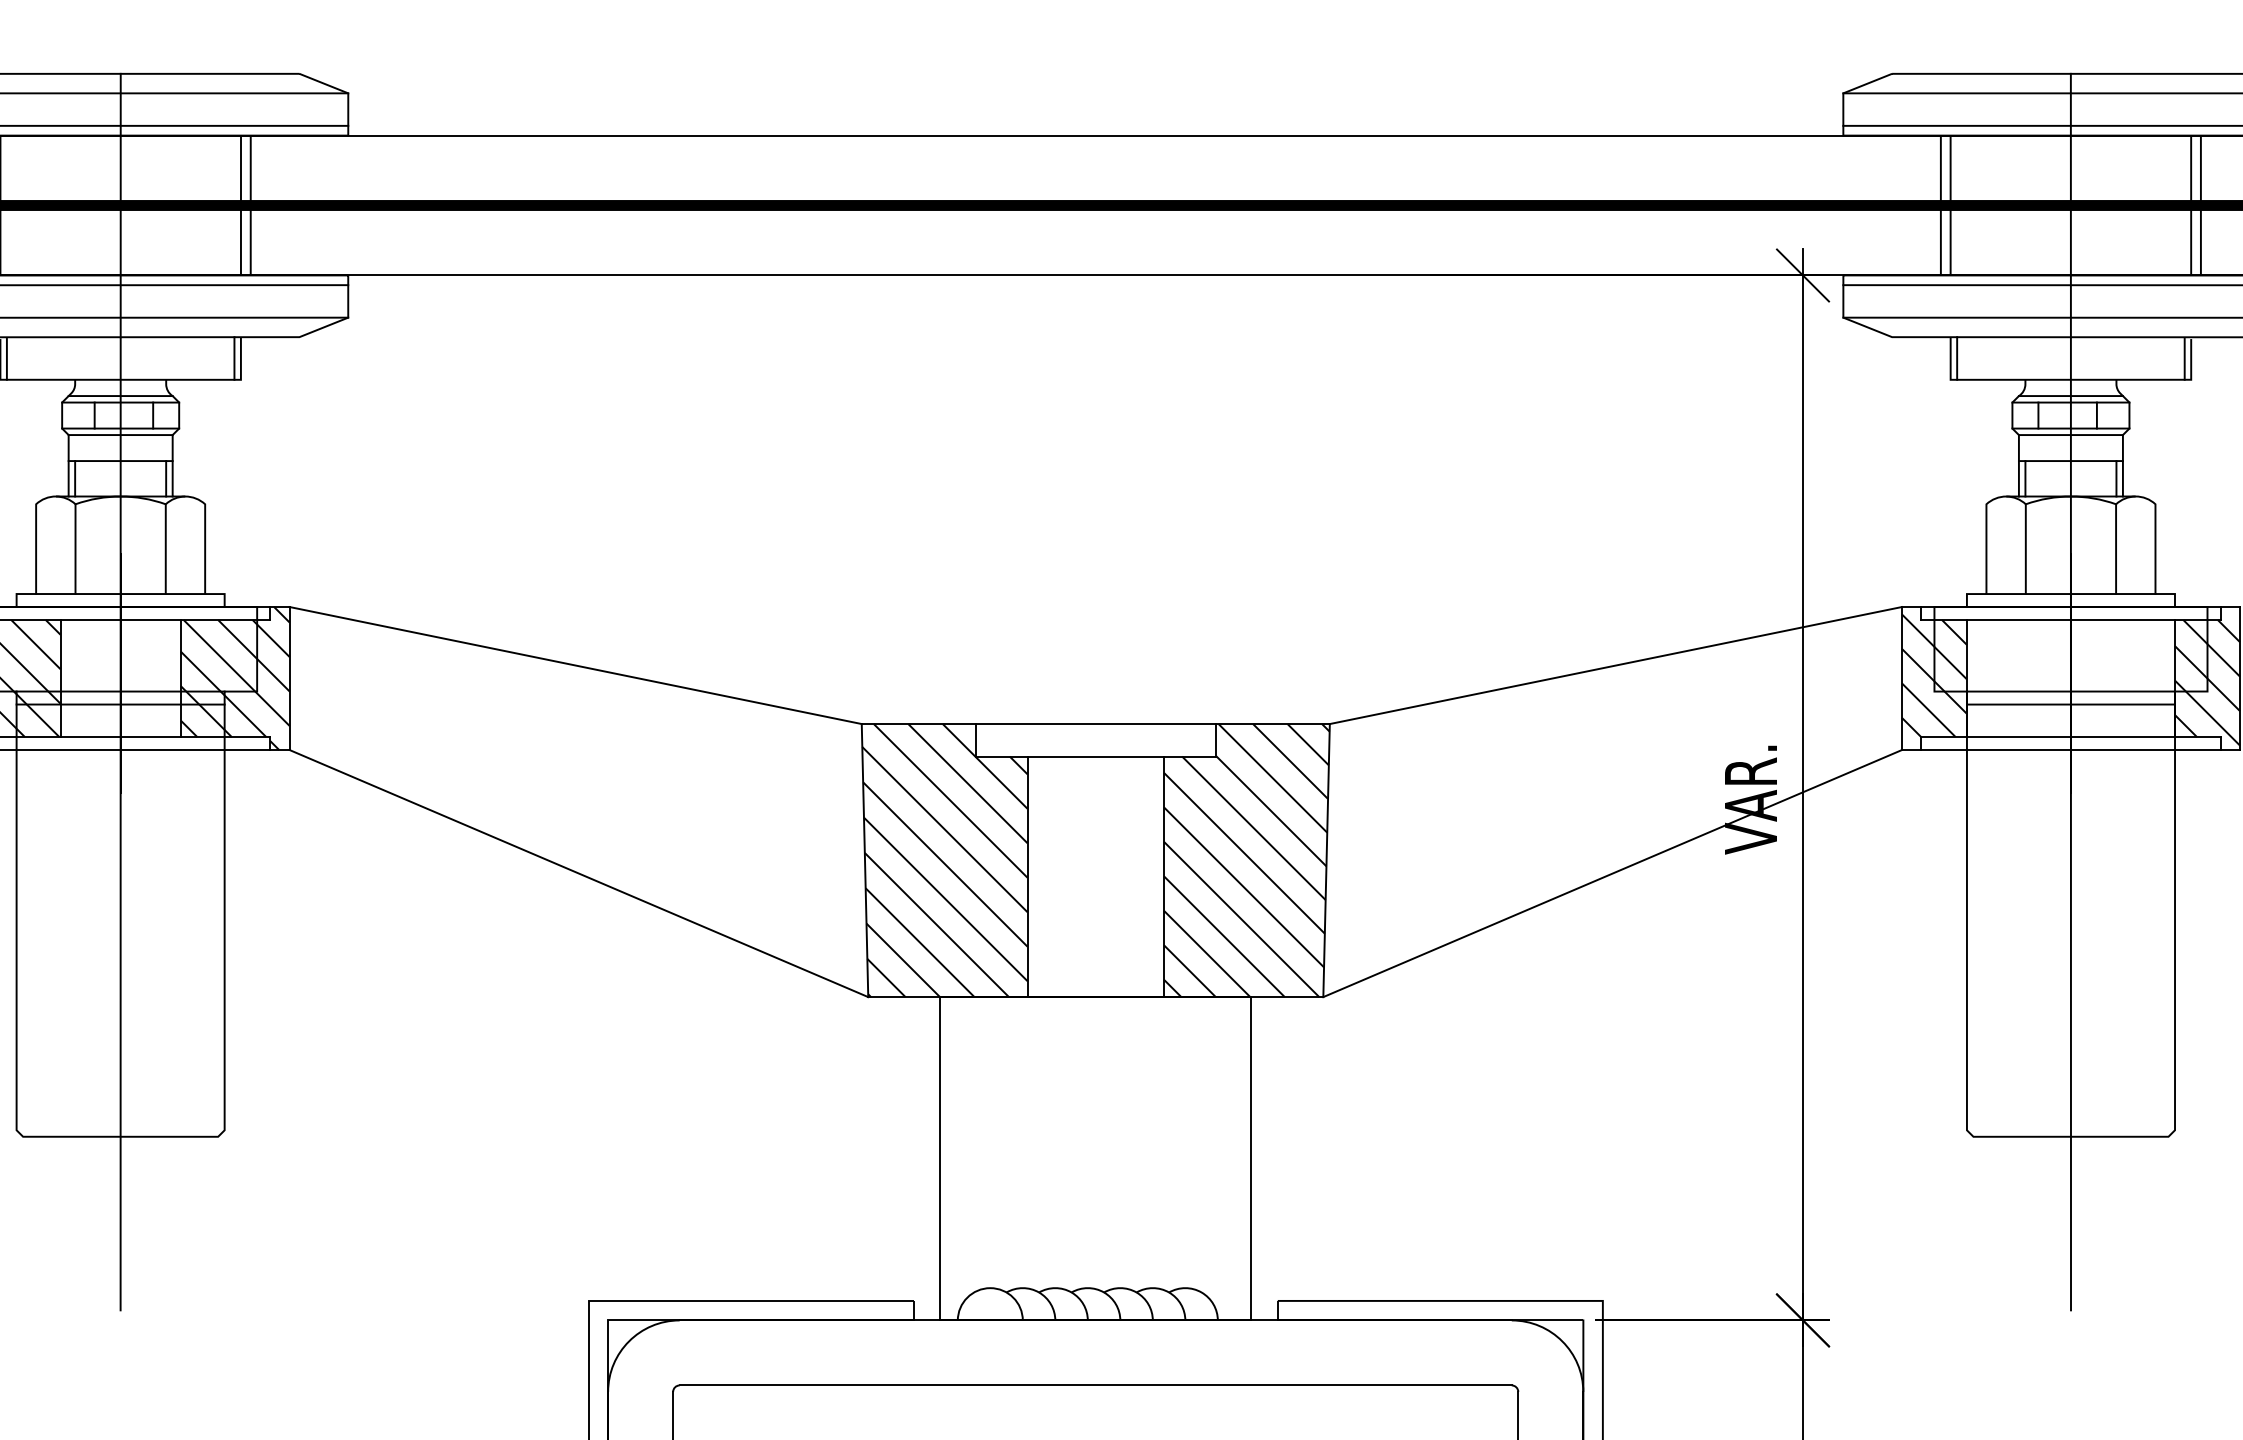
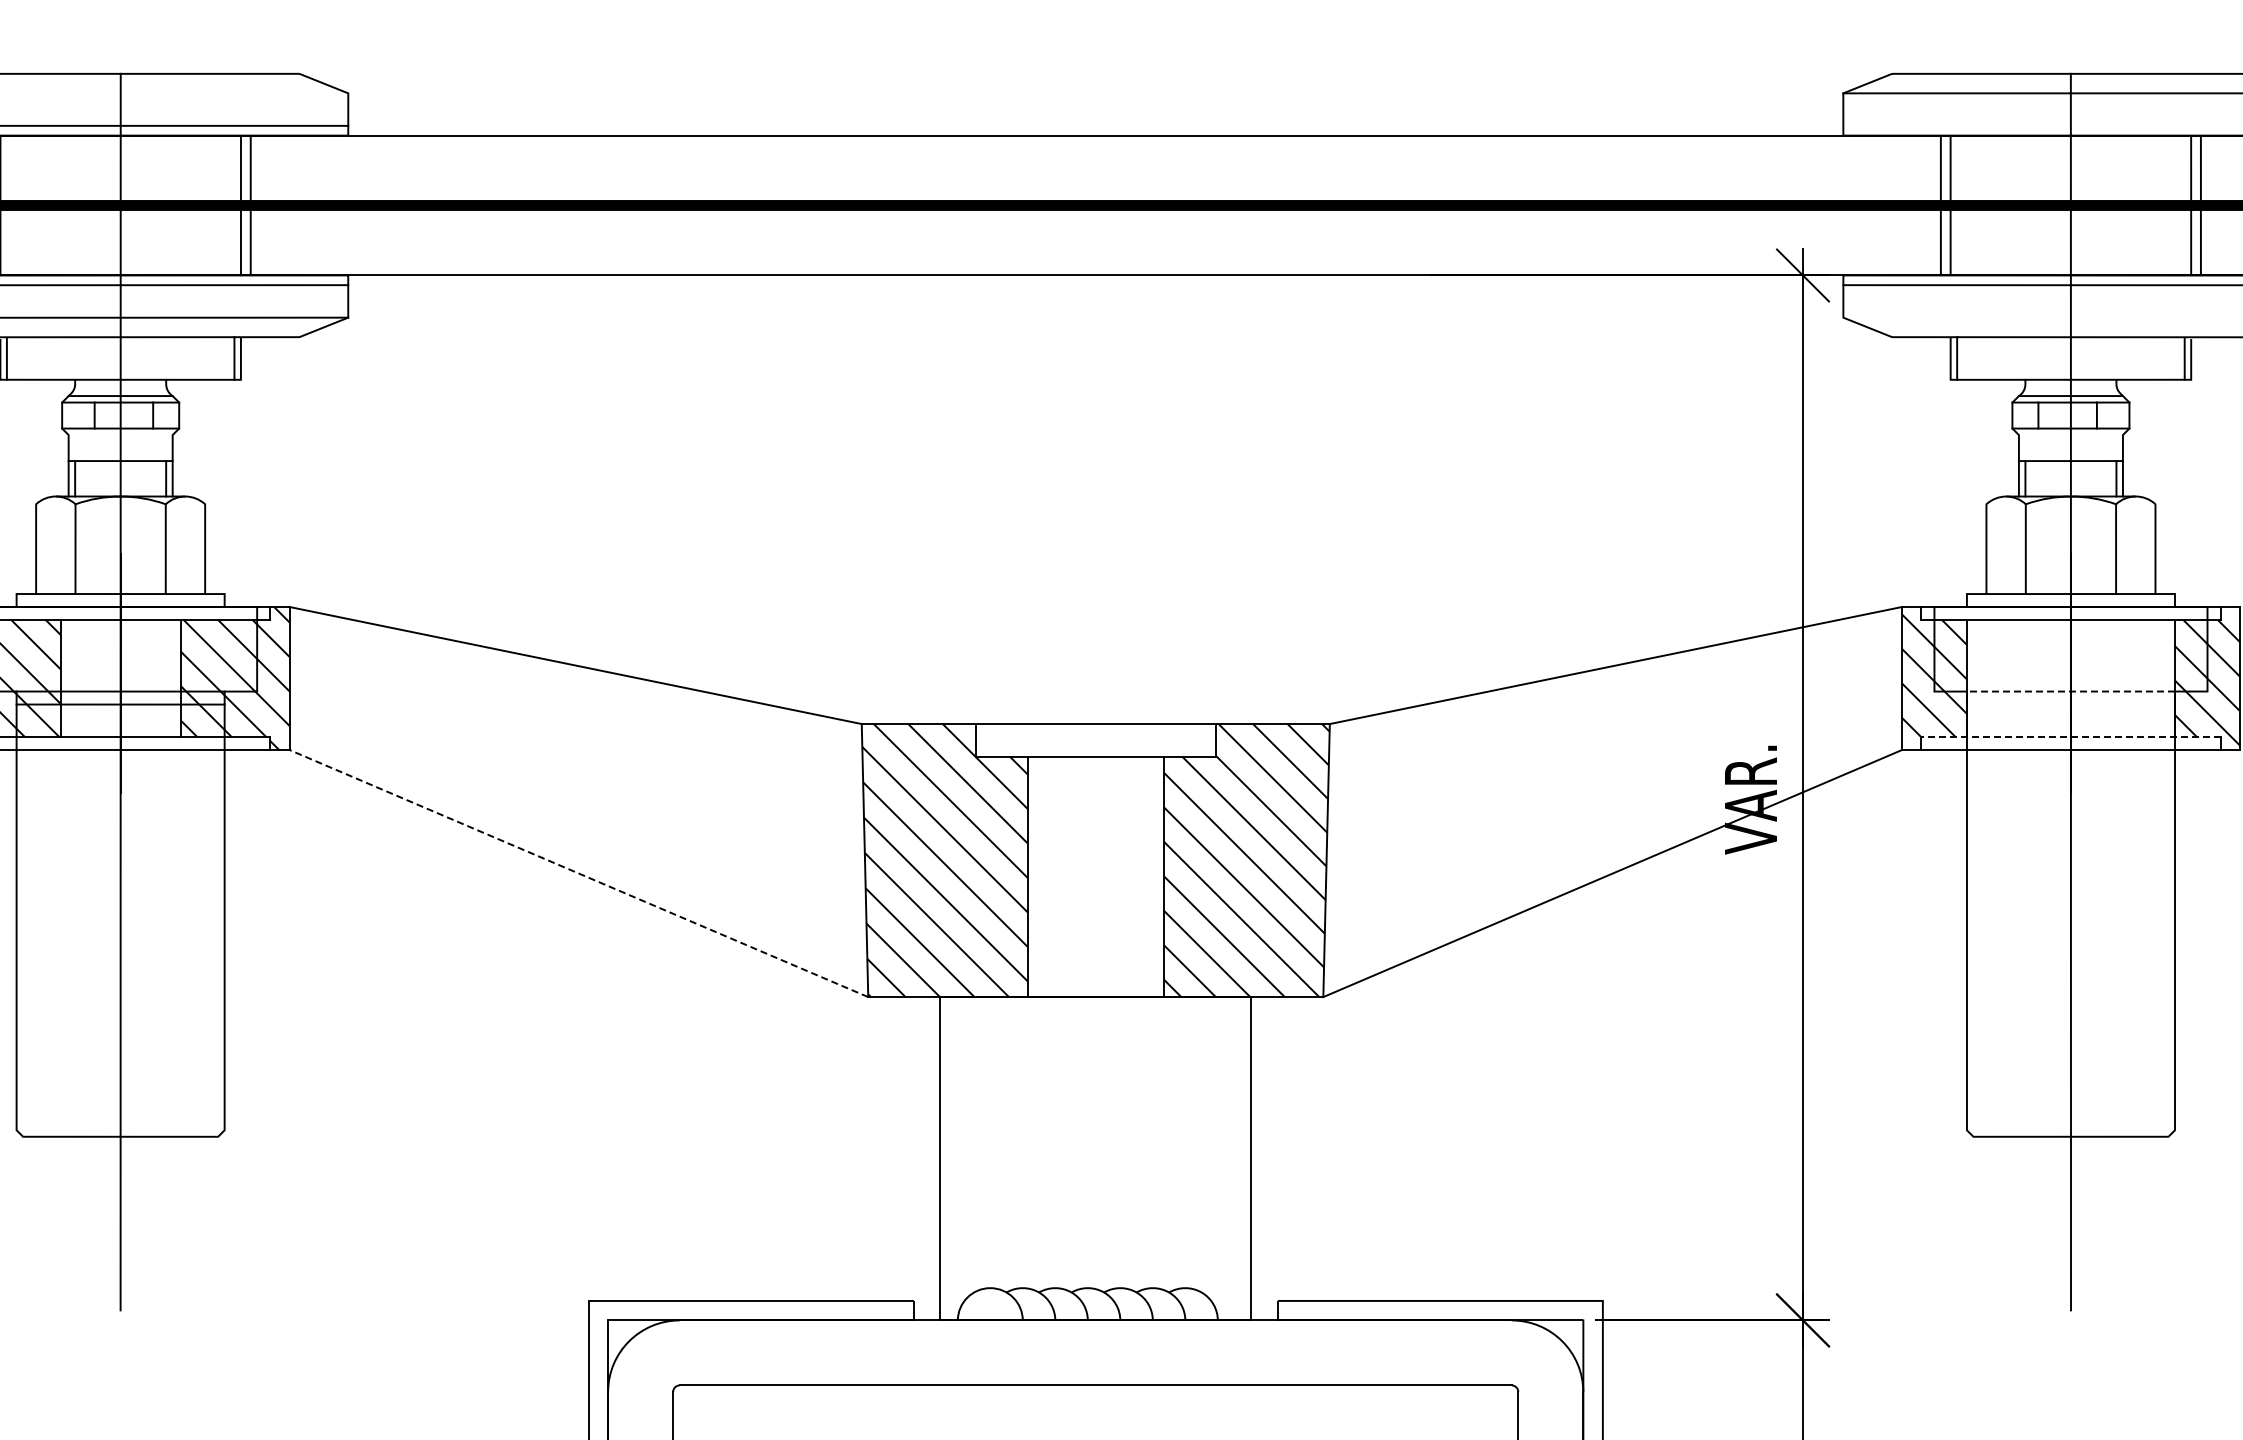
line at (175, 93): present -> none
line at (2041, 125): present -> none
line at (2041, 317): present -> none
line at (120, 435): present -> none
line at (2070, 435): present -> none
line at (2070, 691): solid -> dashed
line at (2070, 704): present -> none
line at (2070, 737): solid -> dashed
line at (578, 873): solid -> dashed
